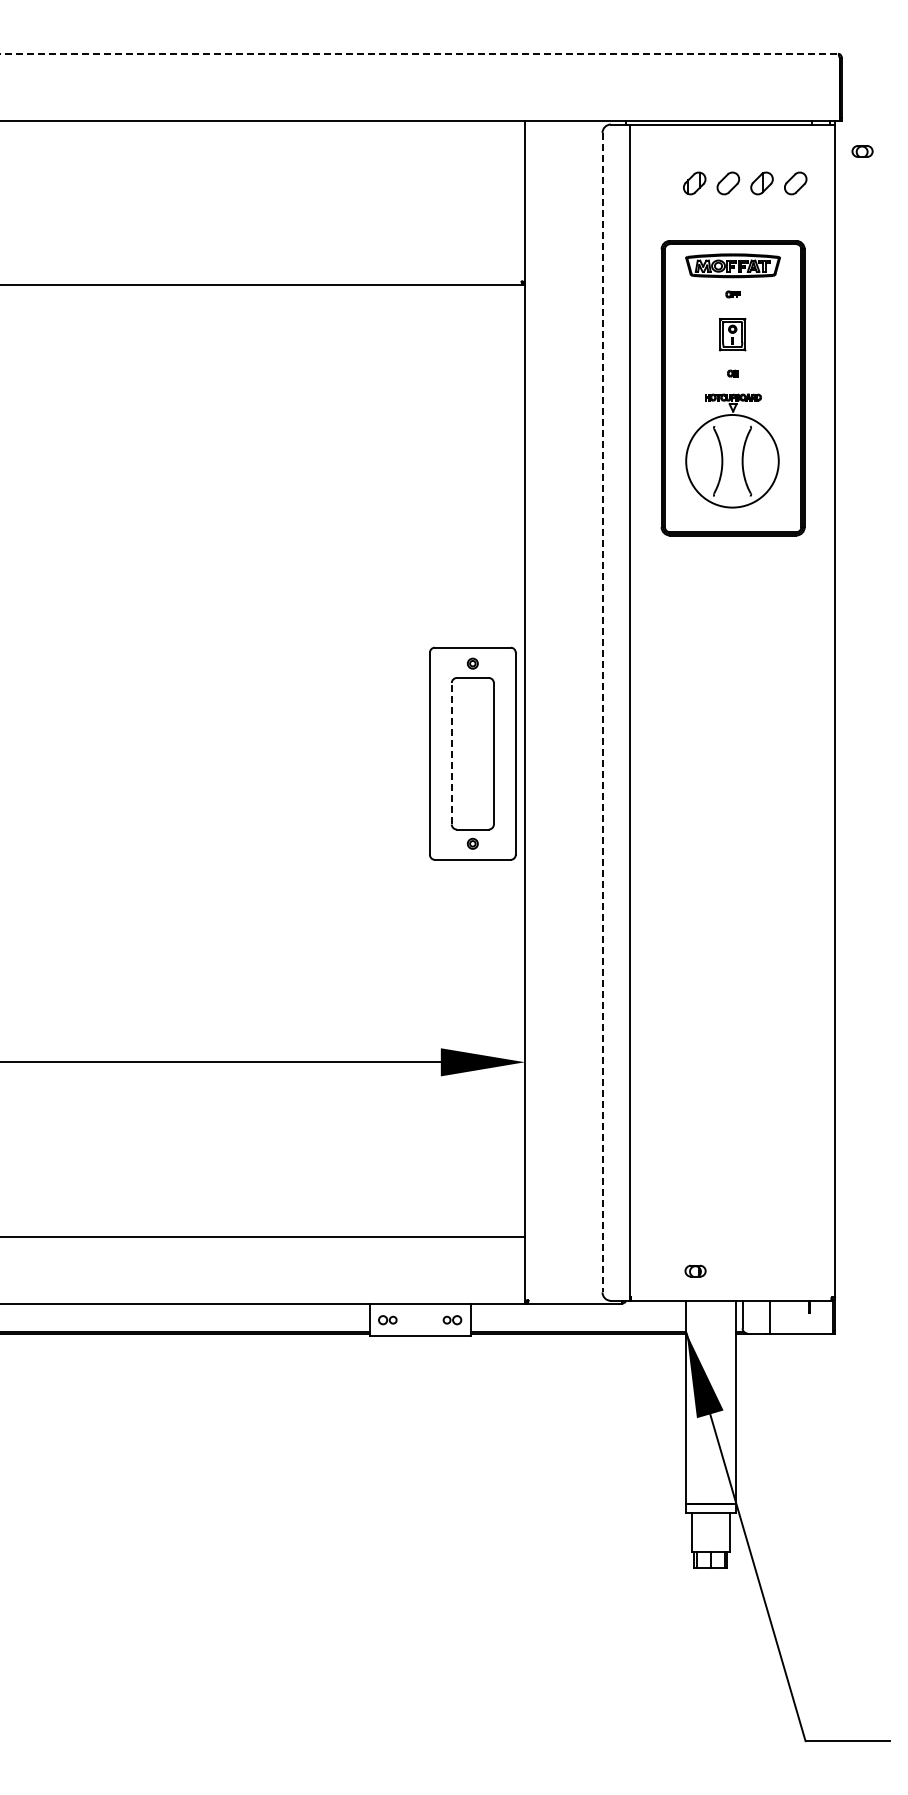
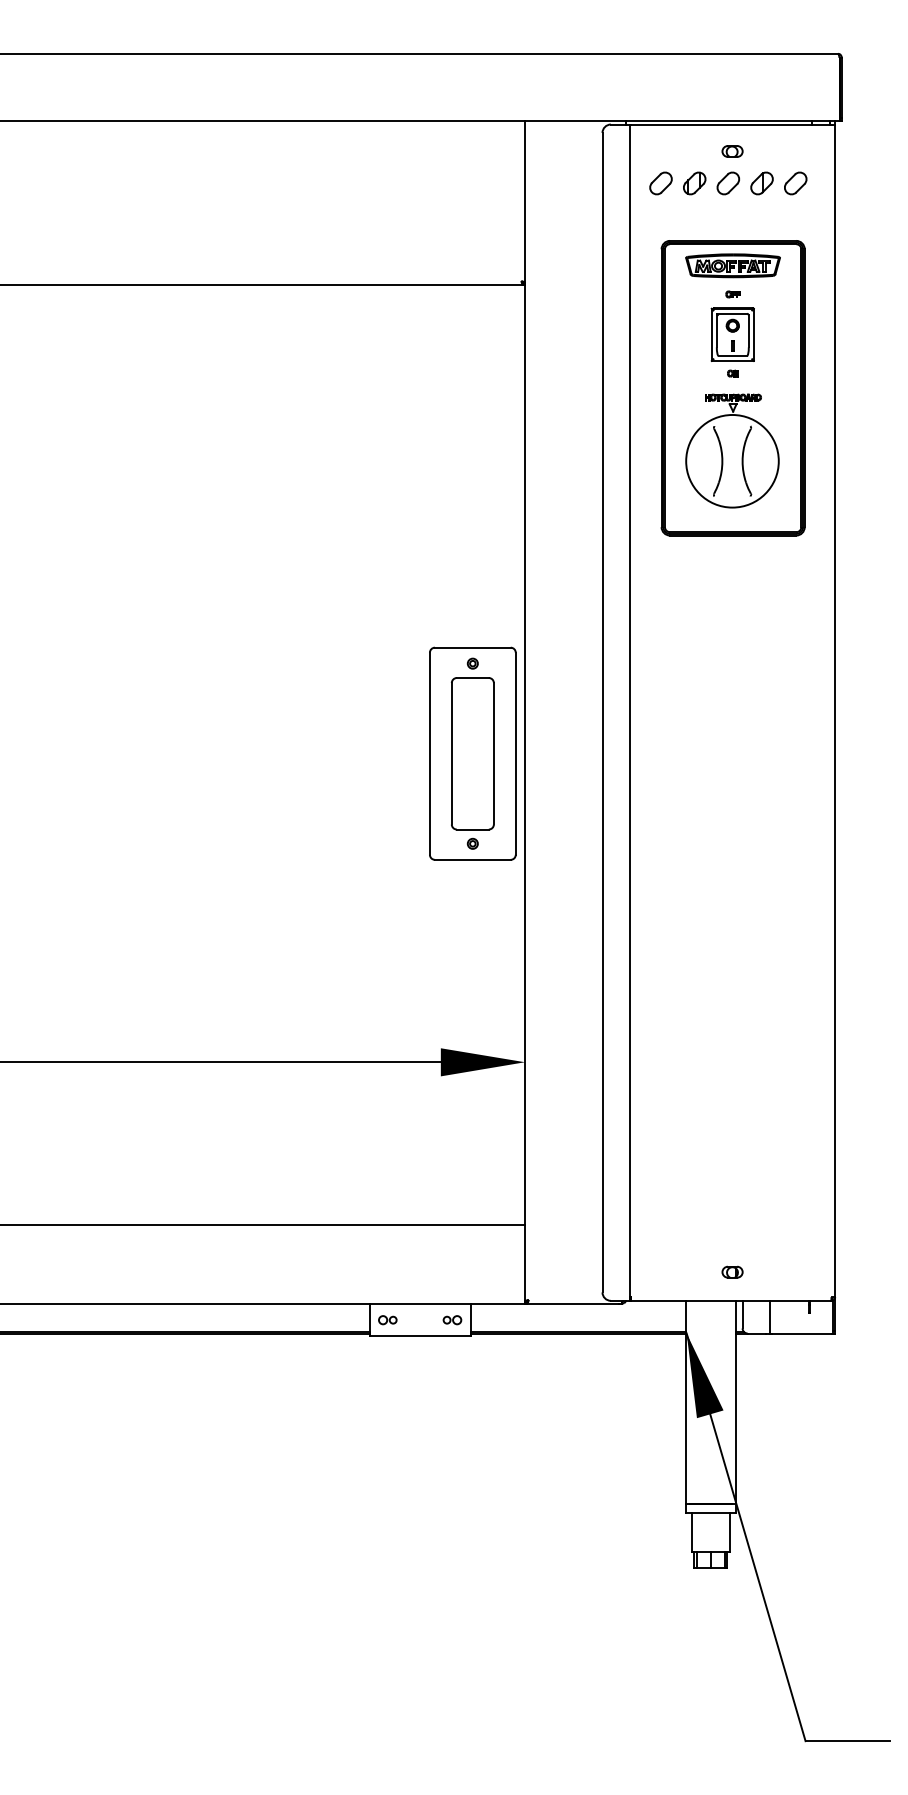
line at (419, 53): dashed -> solid
part at (862, 151) position: (862, 151) -> (732, 151)
part at (660, 183): none -> present
part at (732, 334) size: 28x34 px -> 45x55 px
line at (602, 712): dashed -> solid
line at (451, 753): dashed -> solid
line at (263, 1237) position: (263, 1237) -> (263, 1225)
part at (695, 1270) position: (695, 1270) -> (732, 1271)
